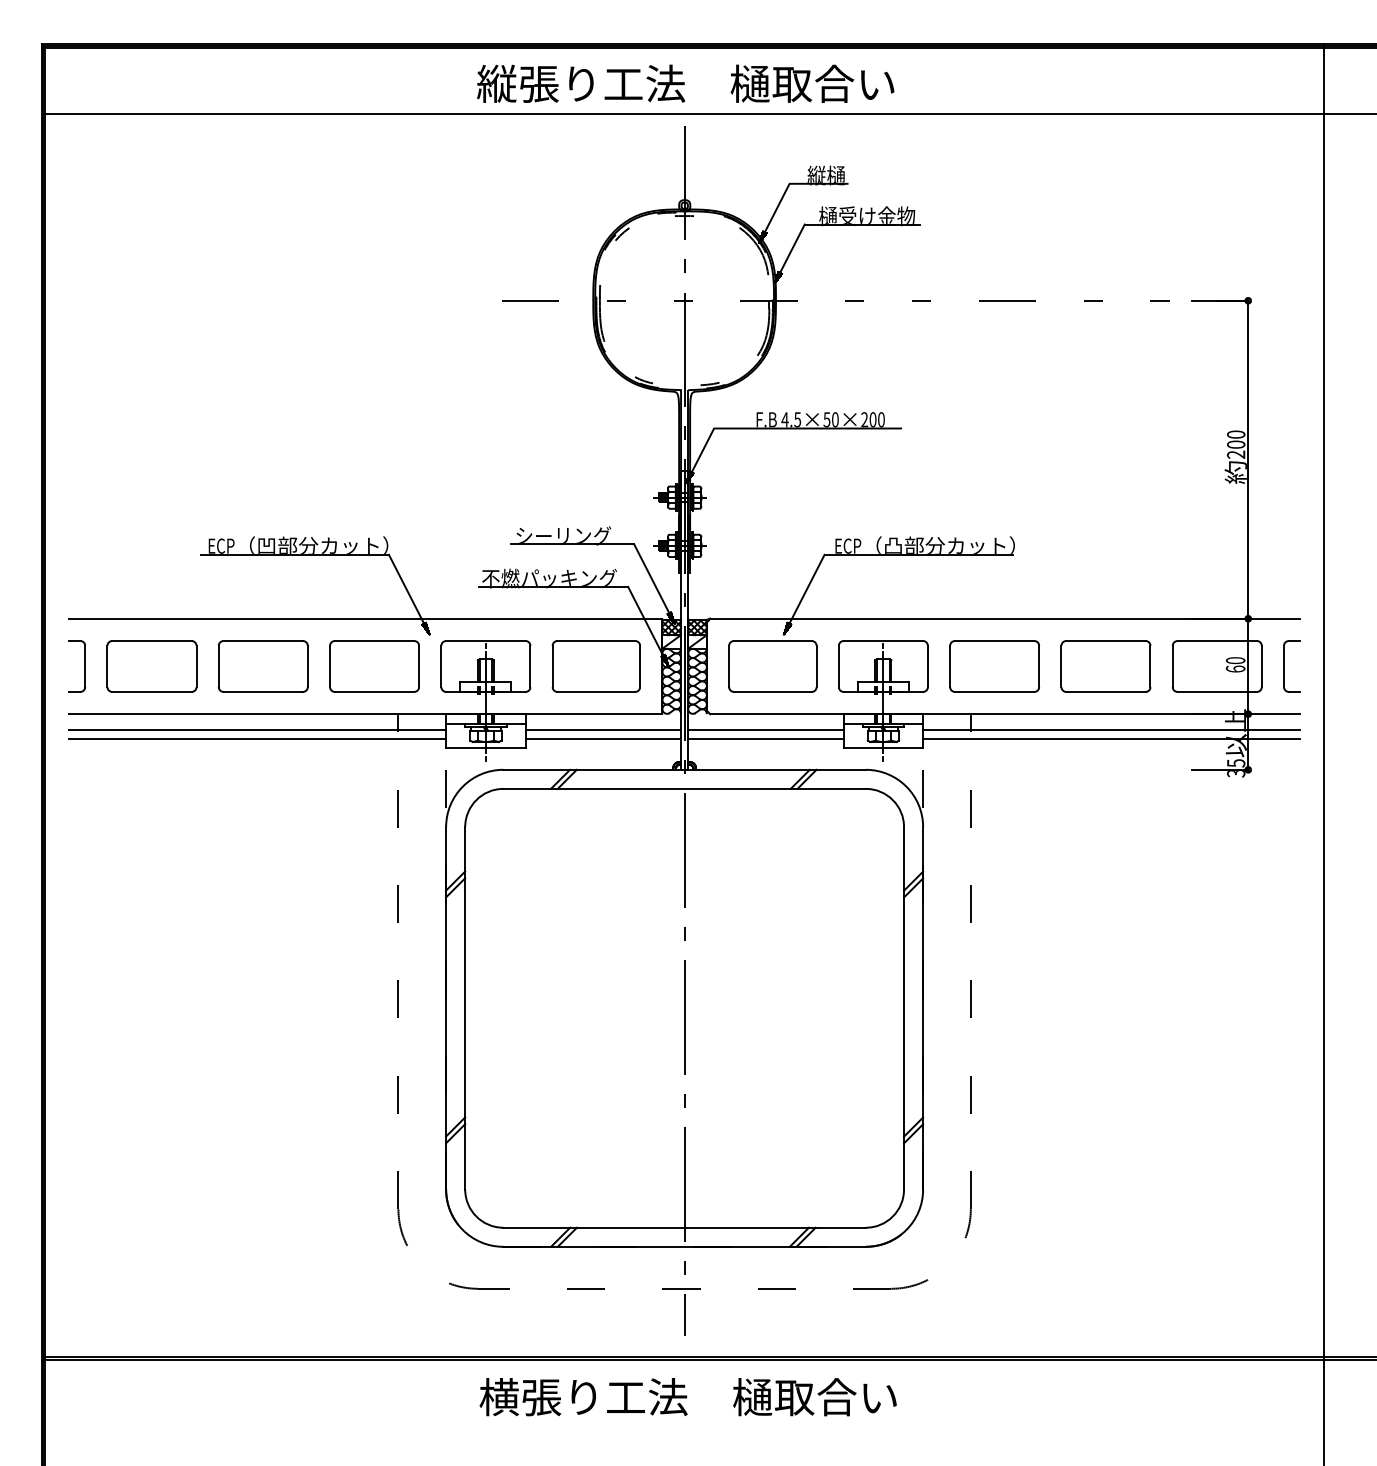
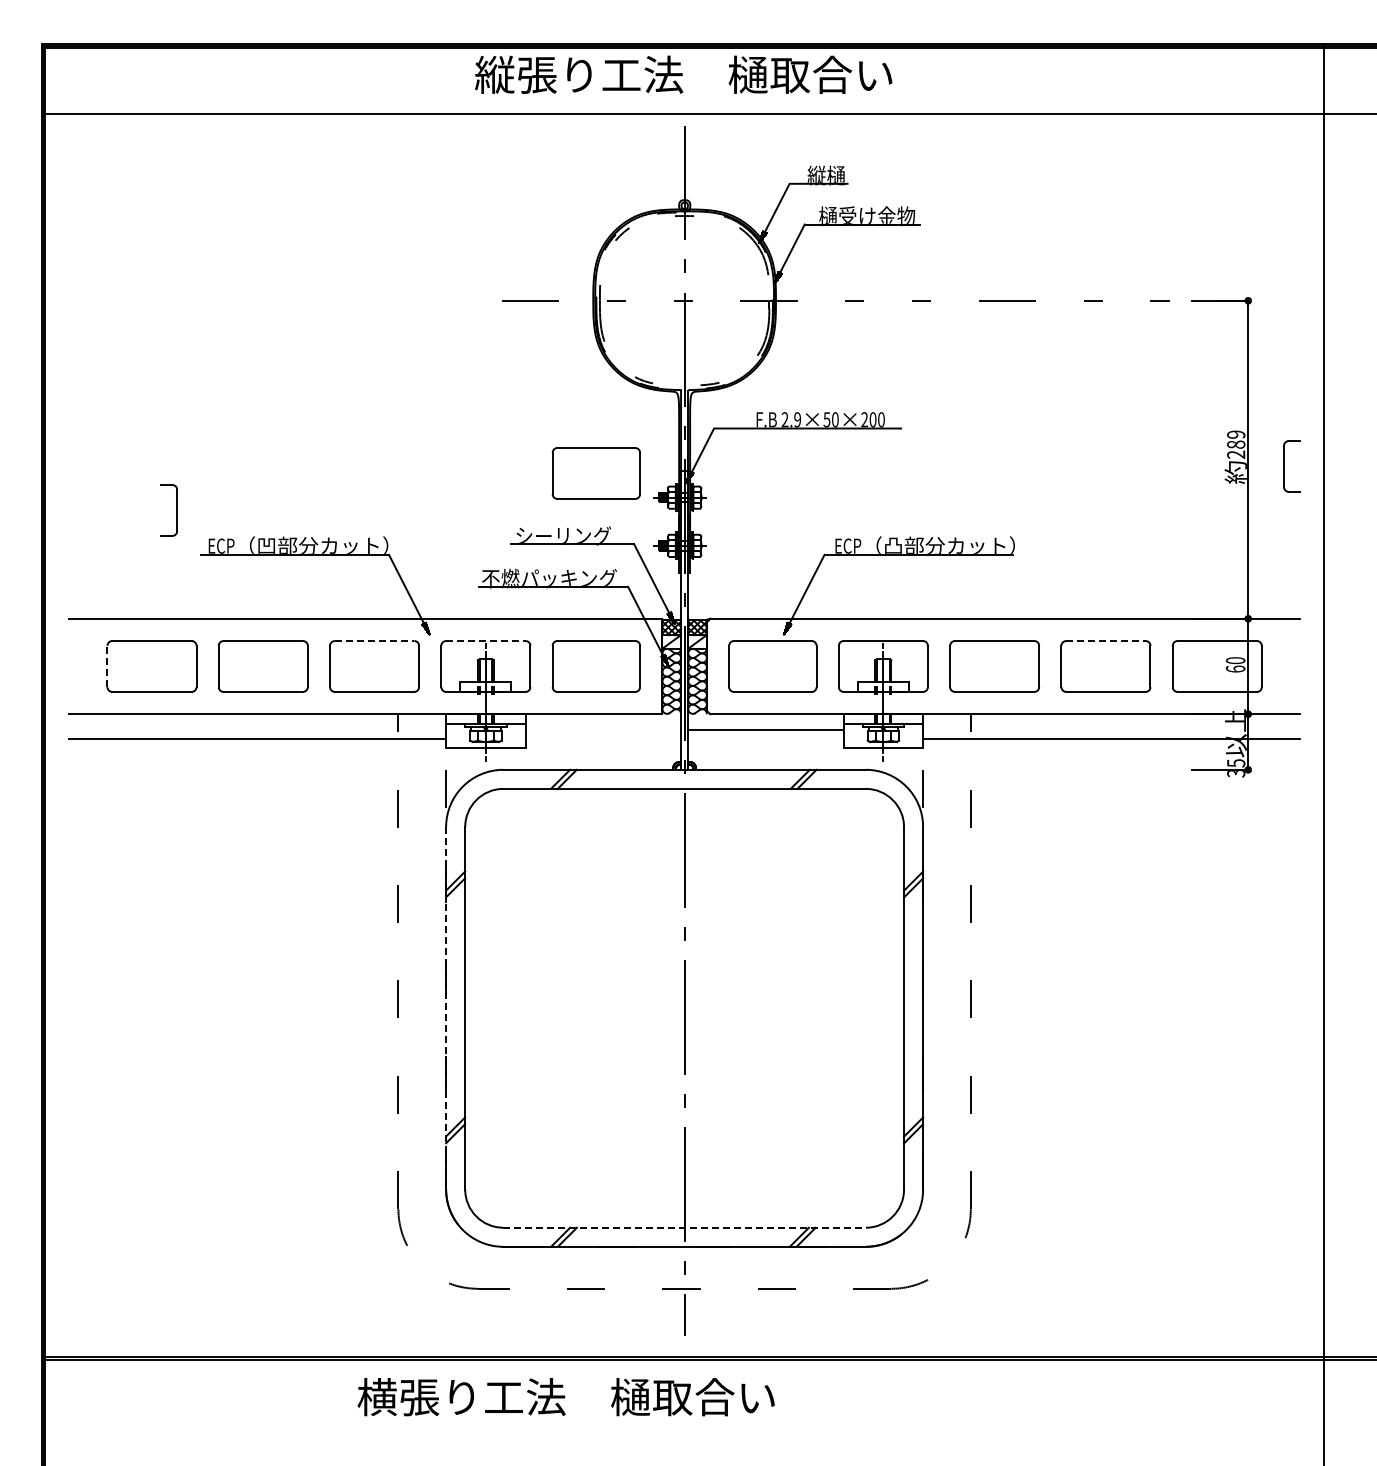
text at (685, 83) position: (685, 83) -> (683, 74)
text at (791, 419): 4.5 -> 2.9
text at (1236, 439): 200 -> 289
part at (595, 473): none -> present
line at (374, 641): solid -> dashed
line at (485, 641): solid -> dashed
line at (1105, 641): solid -> dashed
part at (84, 666) position: (84, 666) -> (176, 510)
line at (107, 666): solid -> dashed
part at (1284, 666) position: (1284, 666) -> (1284, 466)
line at (257, 729): present -> none
line at (602, 729): present -> none
line at (1111, 729): present -> none
line at (602, 739): present -> none
line at (765, 739): present -> none
line at (446, 1008): solid -> dashed
line at (685, 1227): solid -> dashed
text at (687, 1397) position: (687, 1397) -> (565, 1397)
